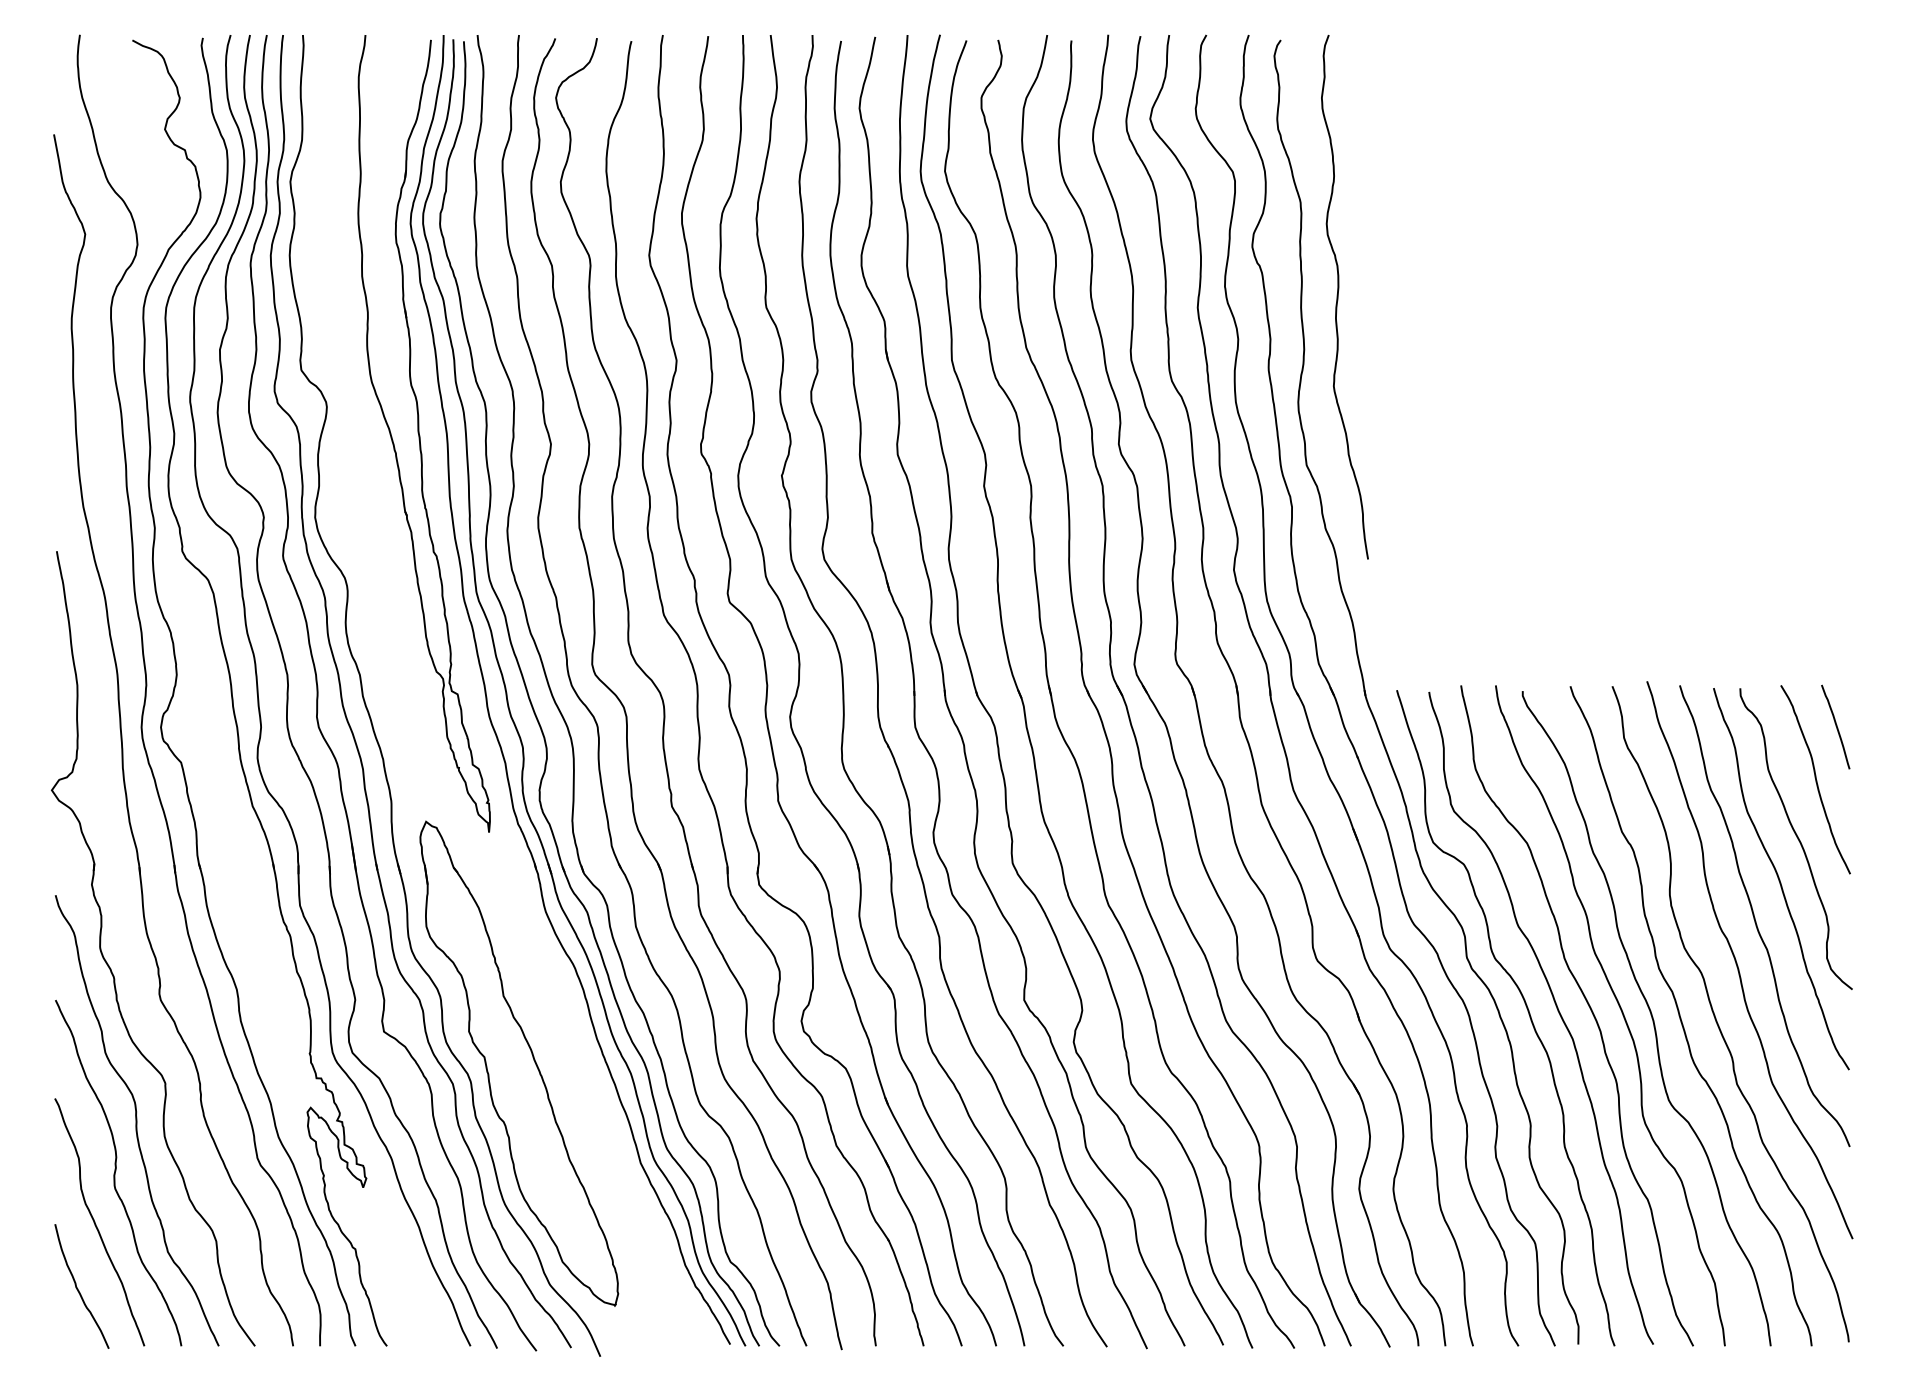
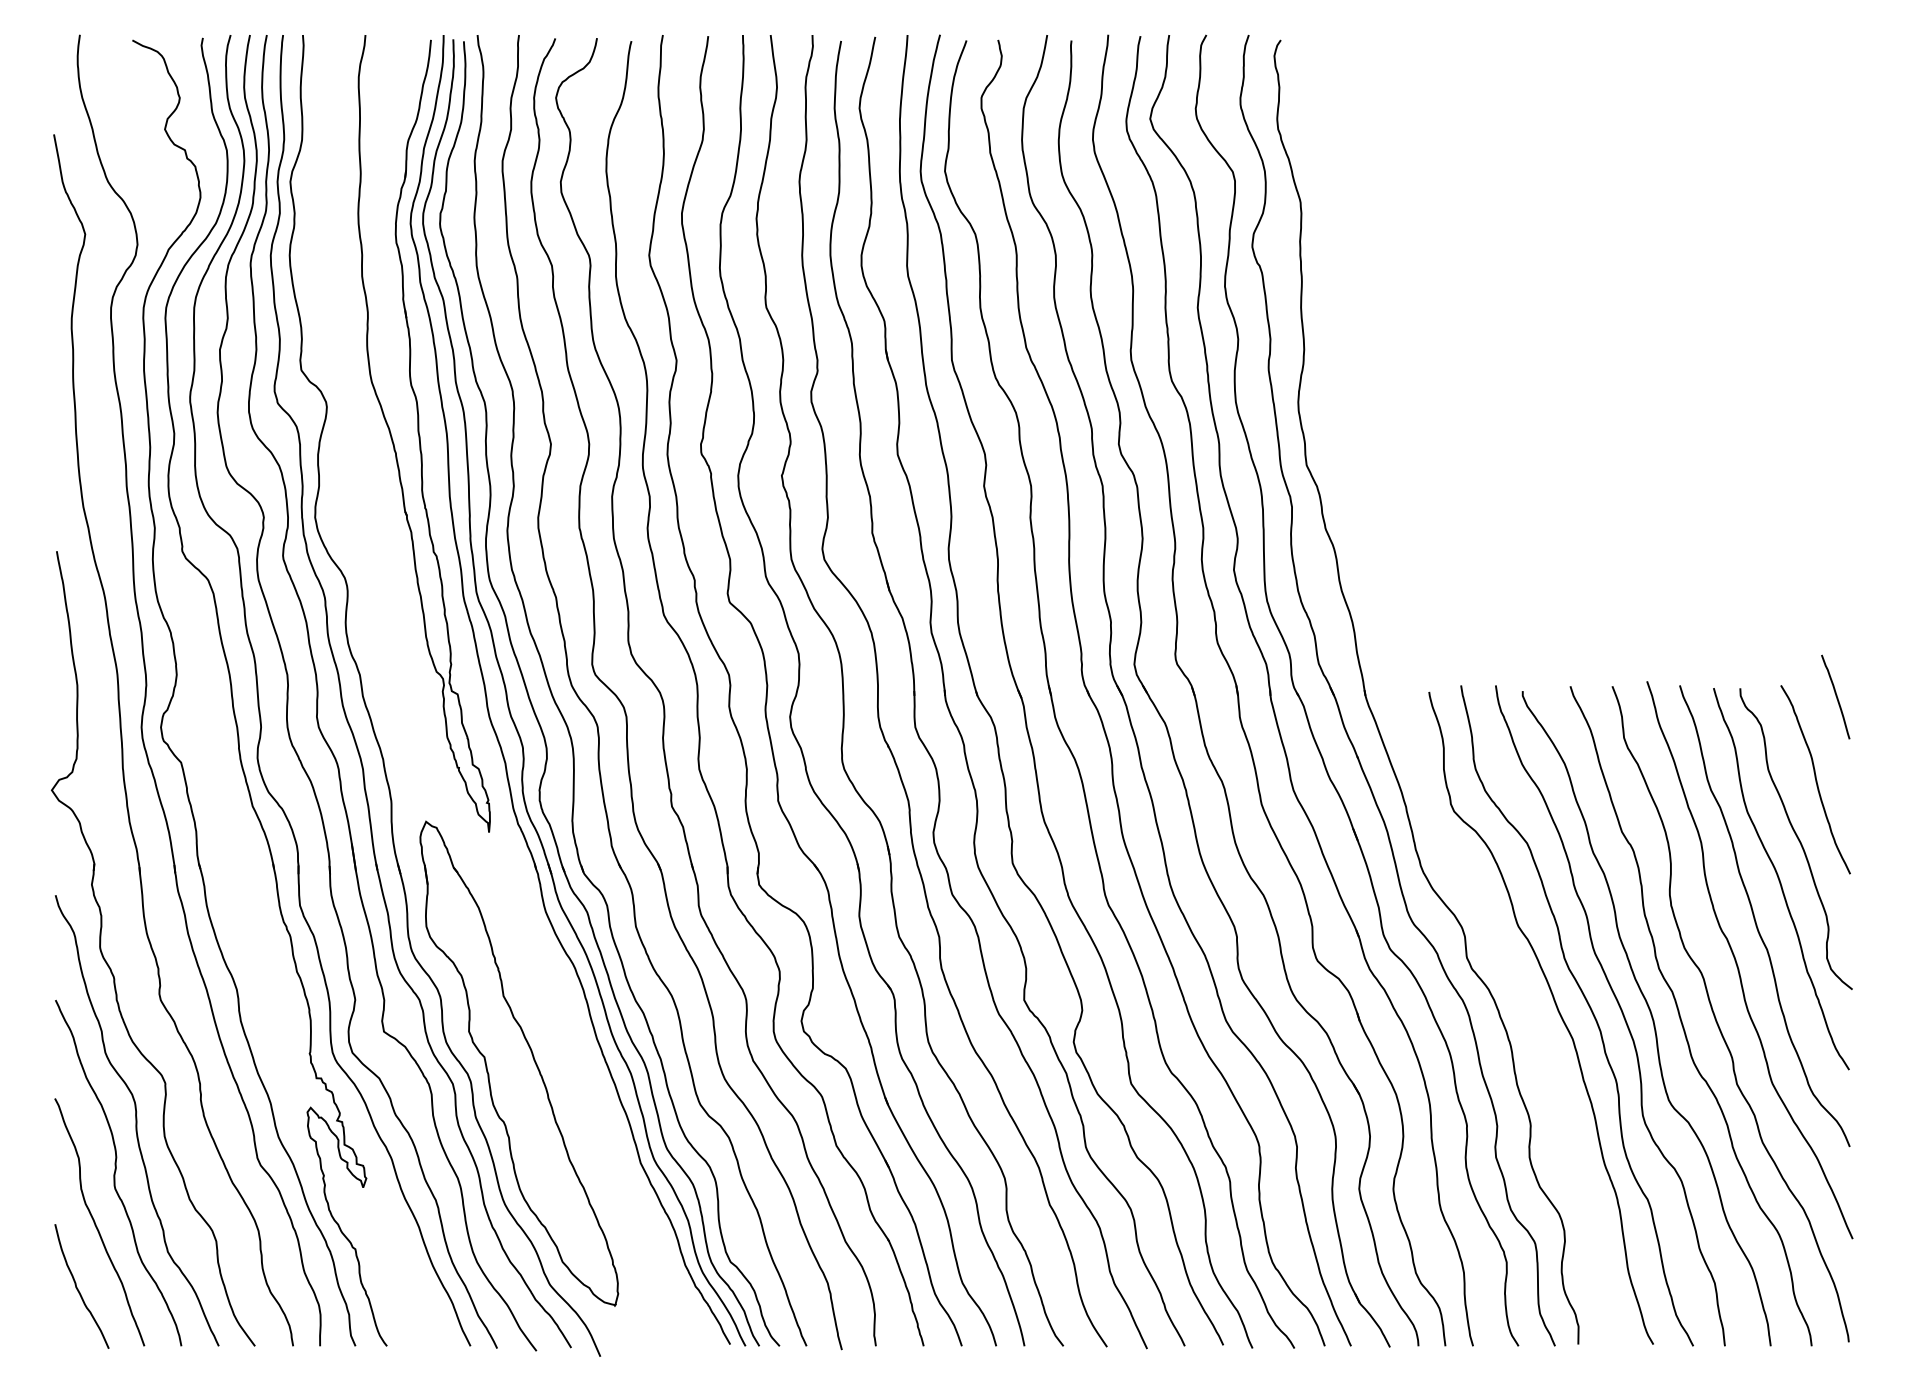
curve at (1338, 296): present -> none
curve at (1835, 726) position: (1835, 726) -> (1835, 696)
curve at (1527, 1011): present -> none
